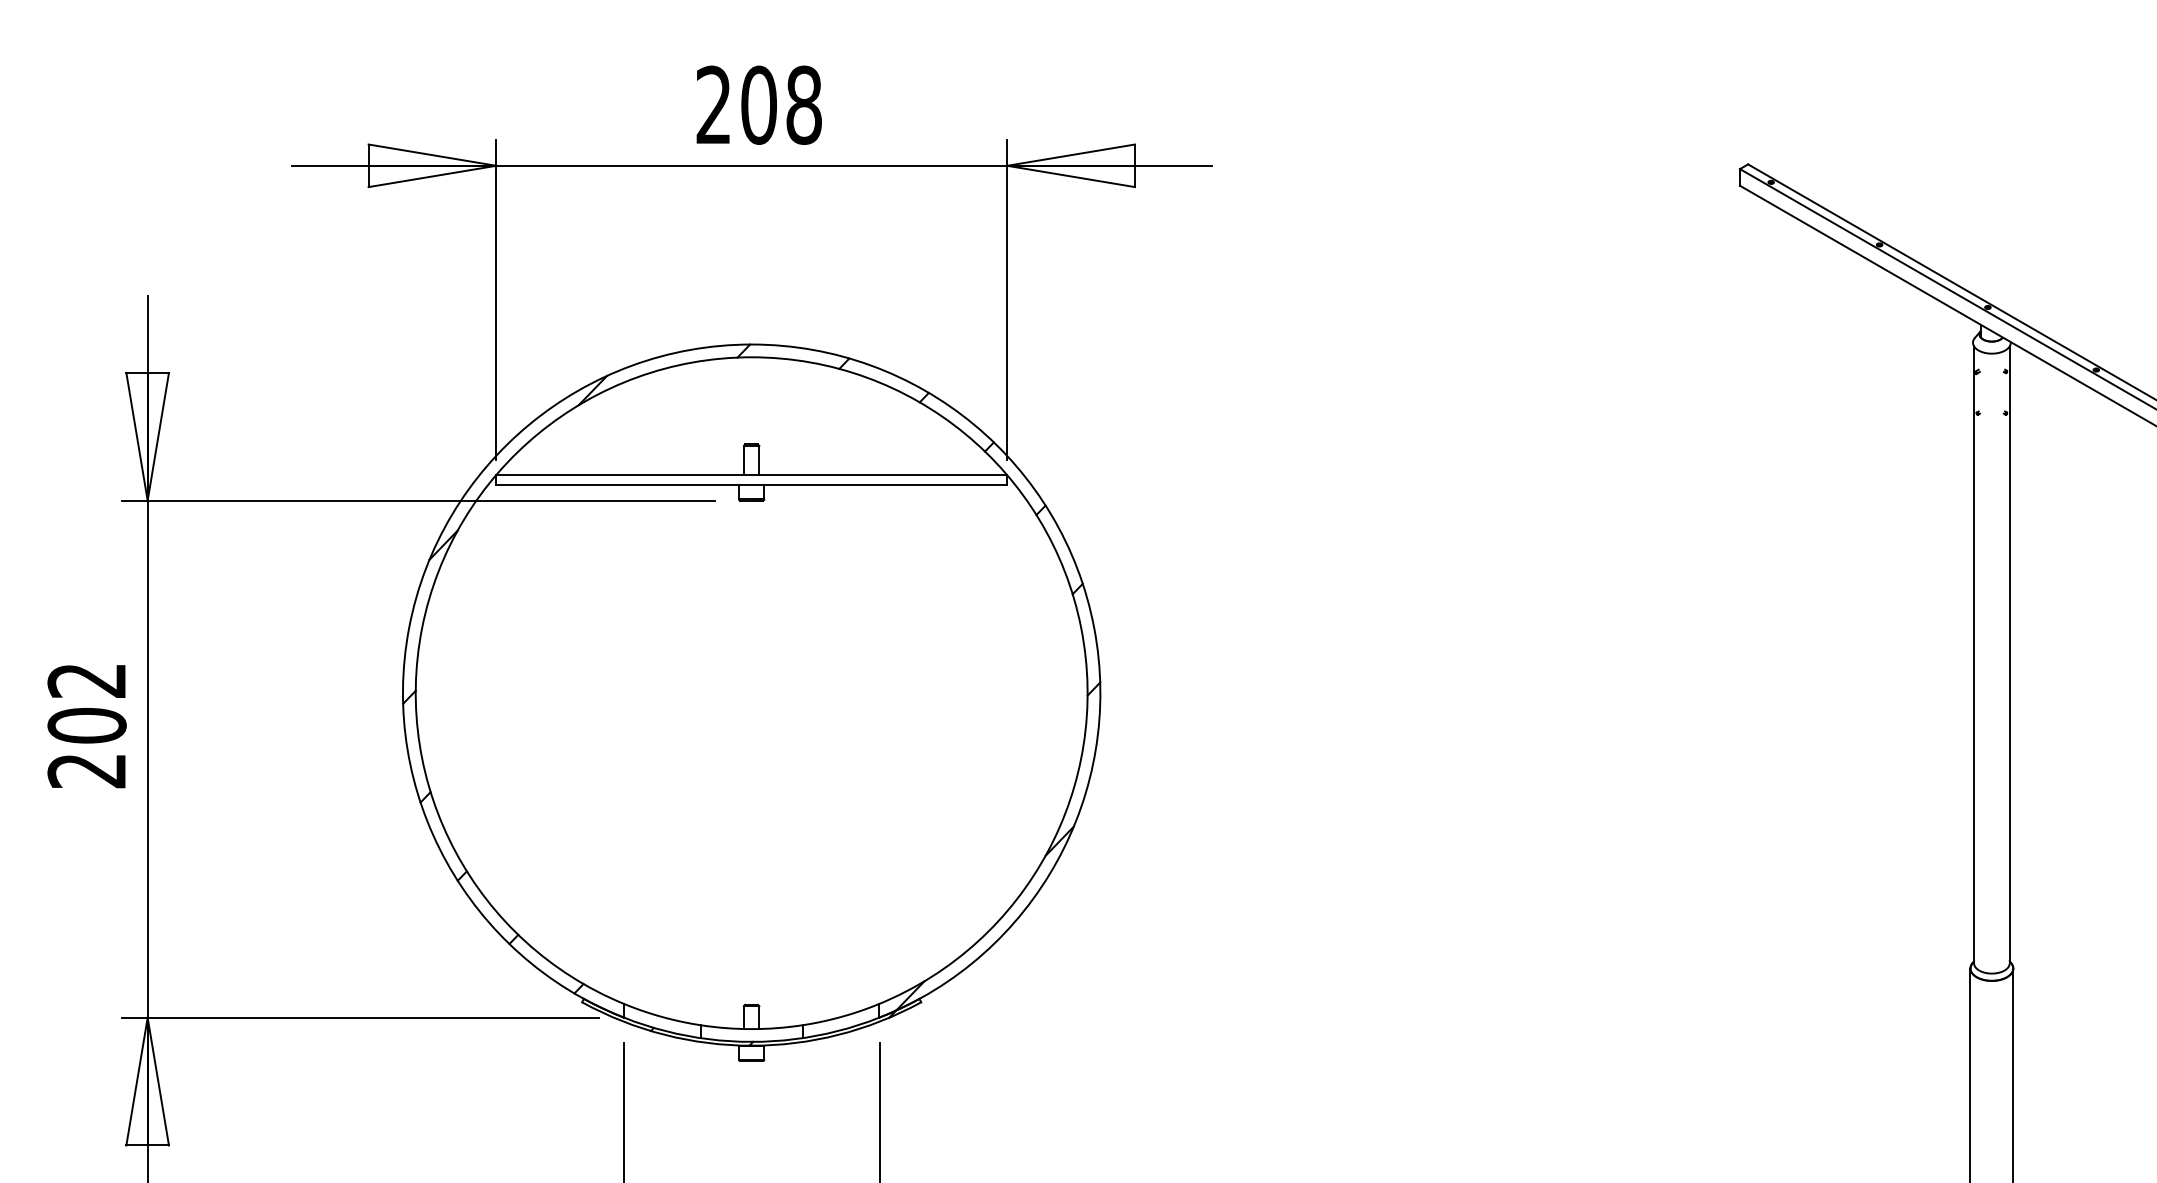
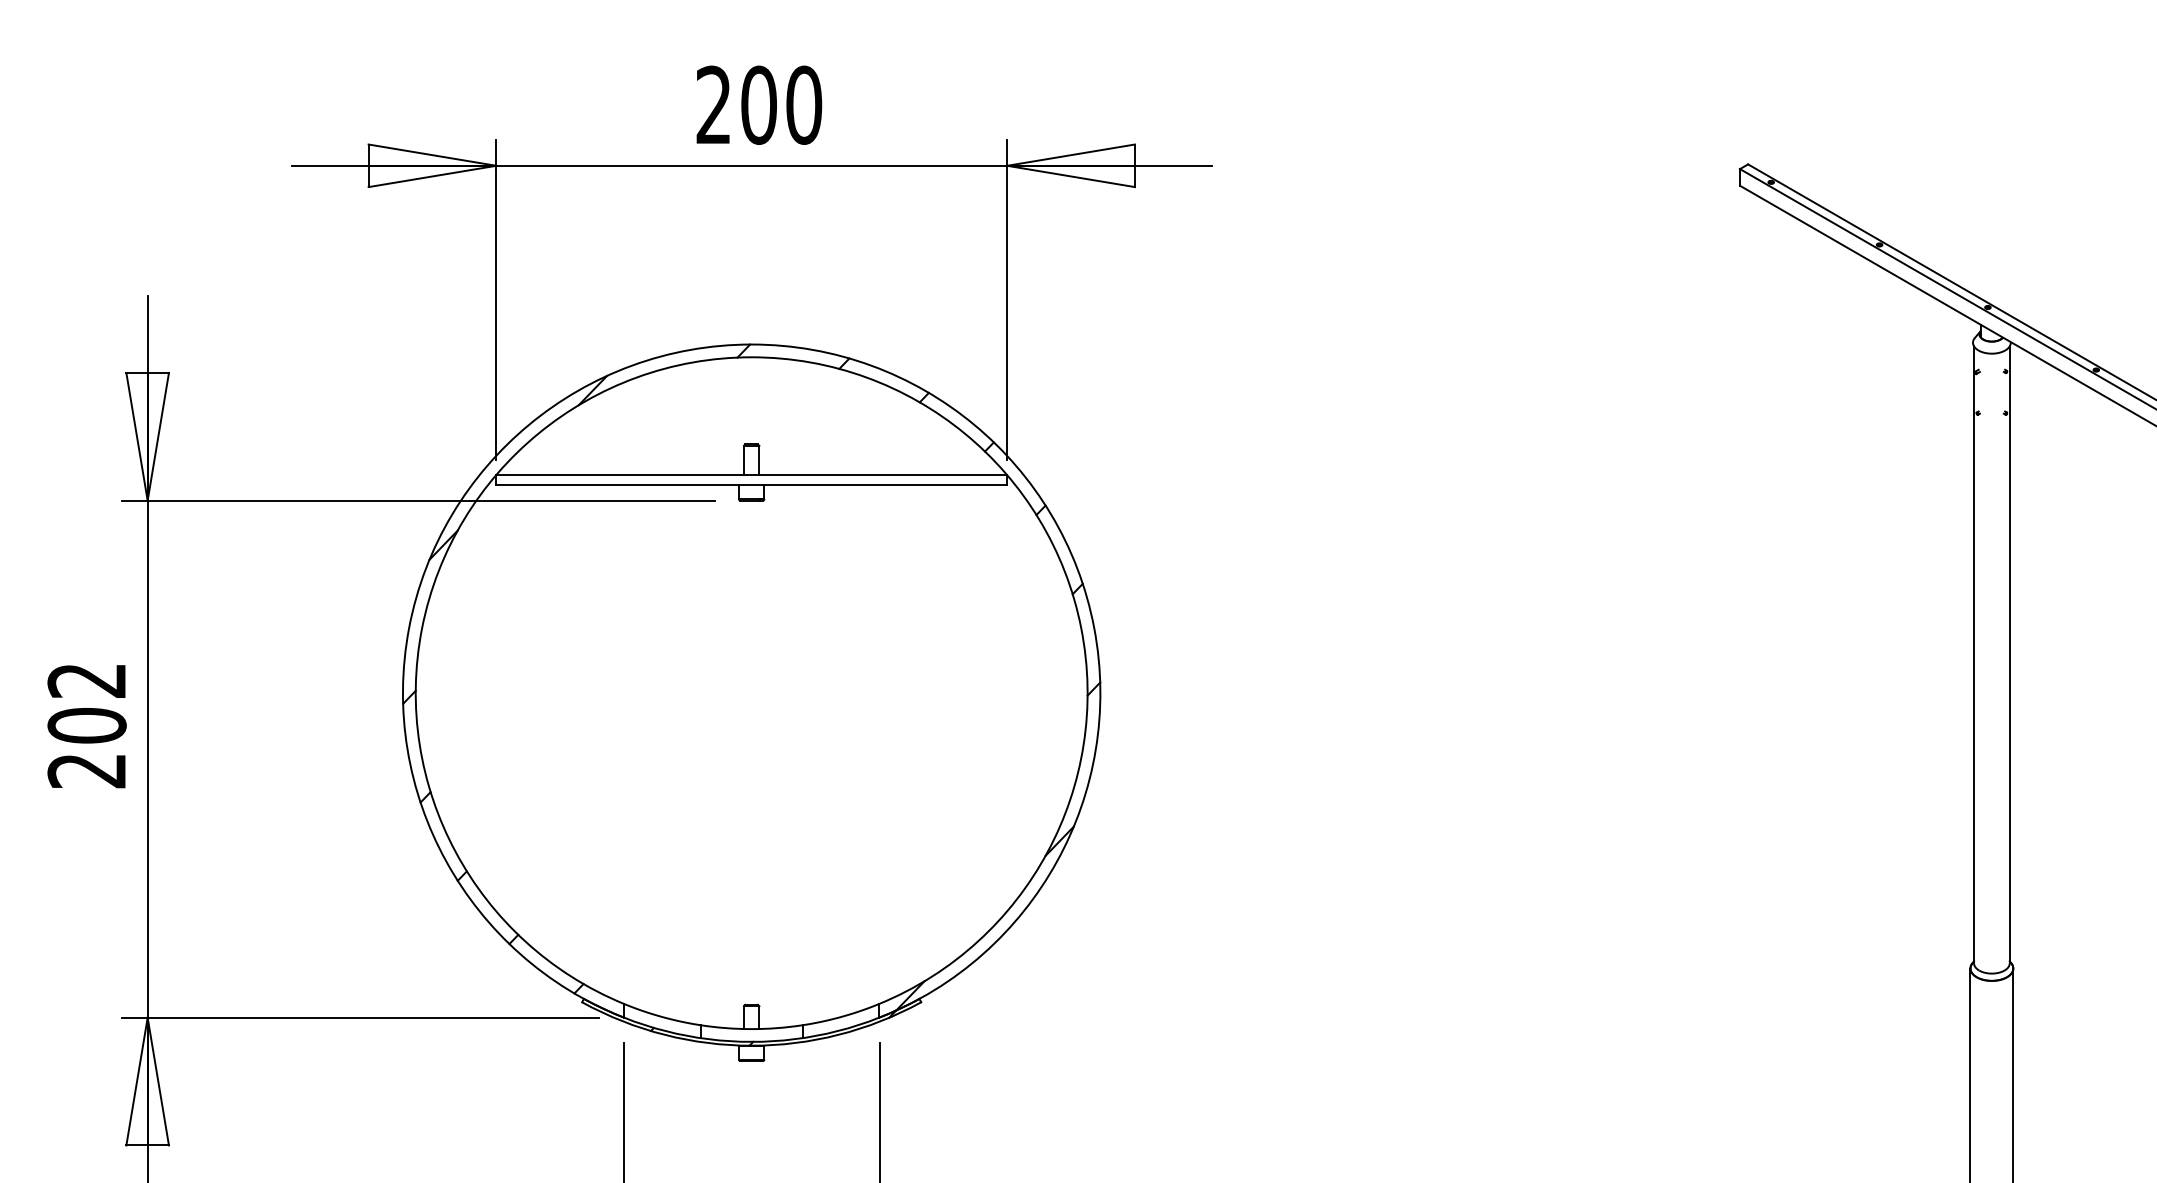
text at (804, 104): 208 -> 200
